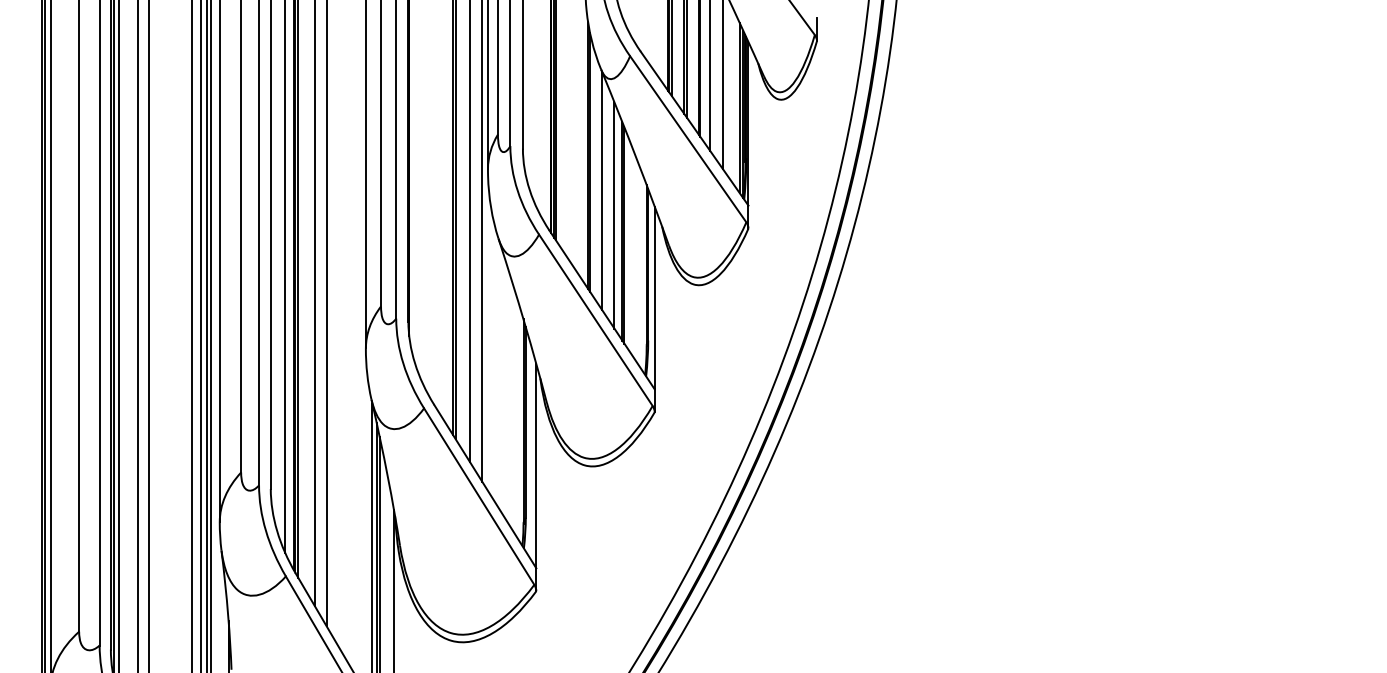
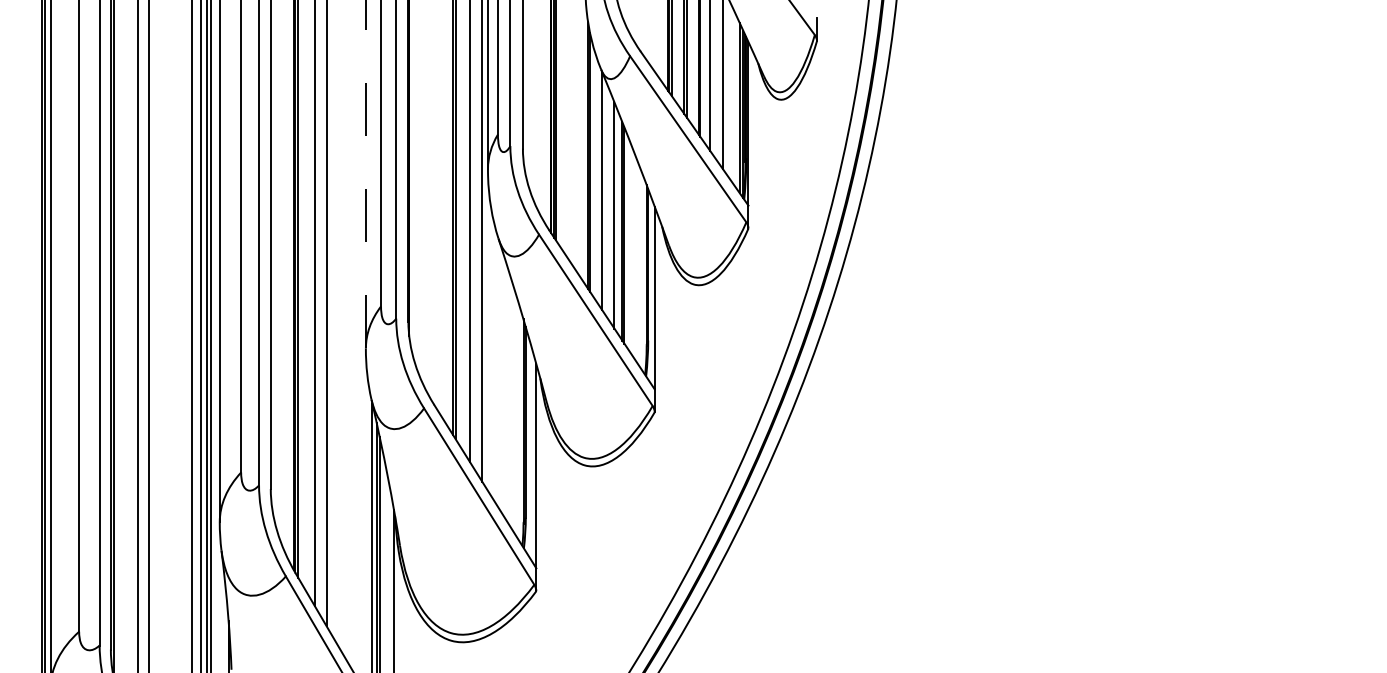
line at (365, 174): solid -> dashed
line at (285, 277): present -> none
line at (118, 335): present -> none
